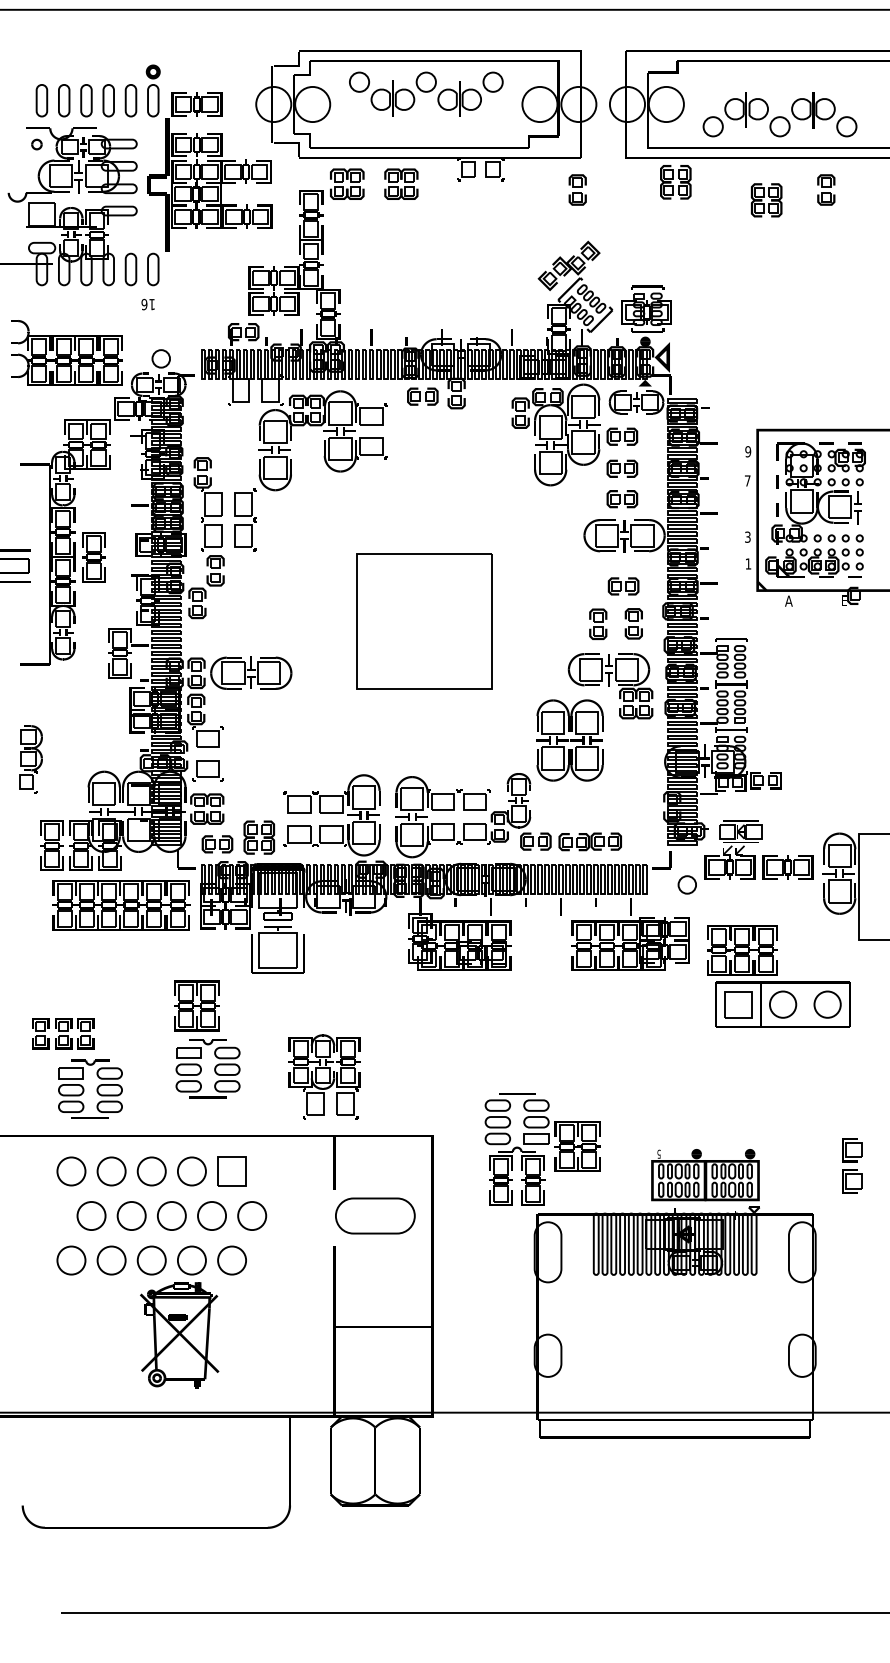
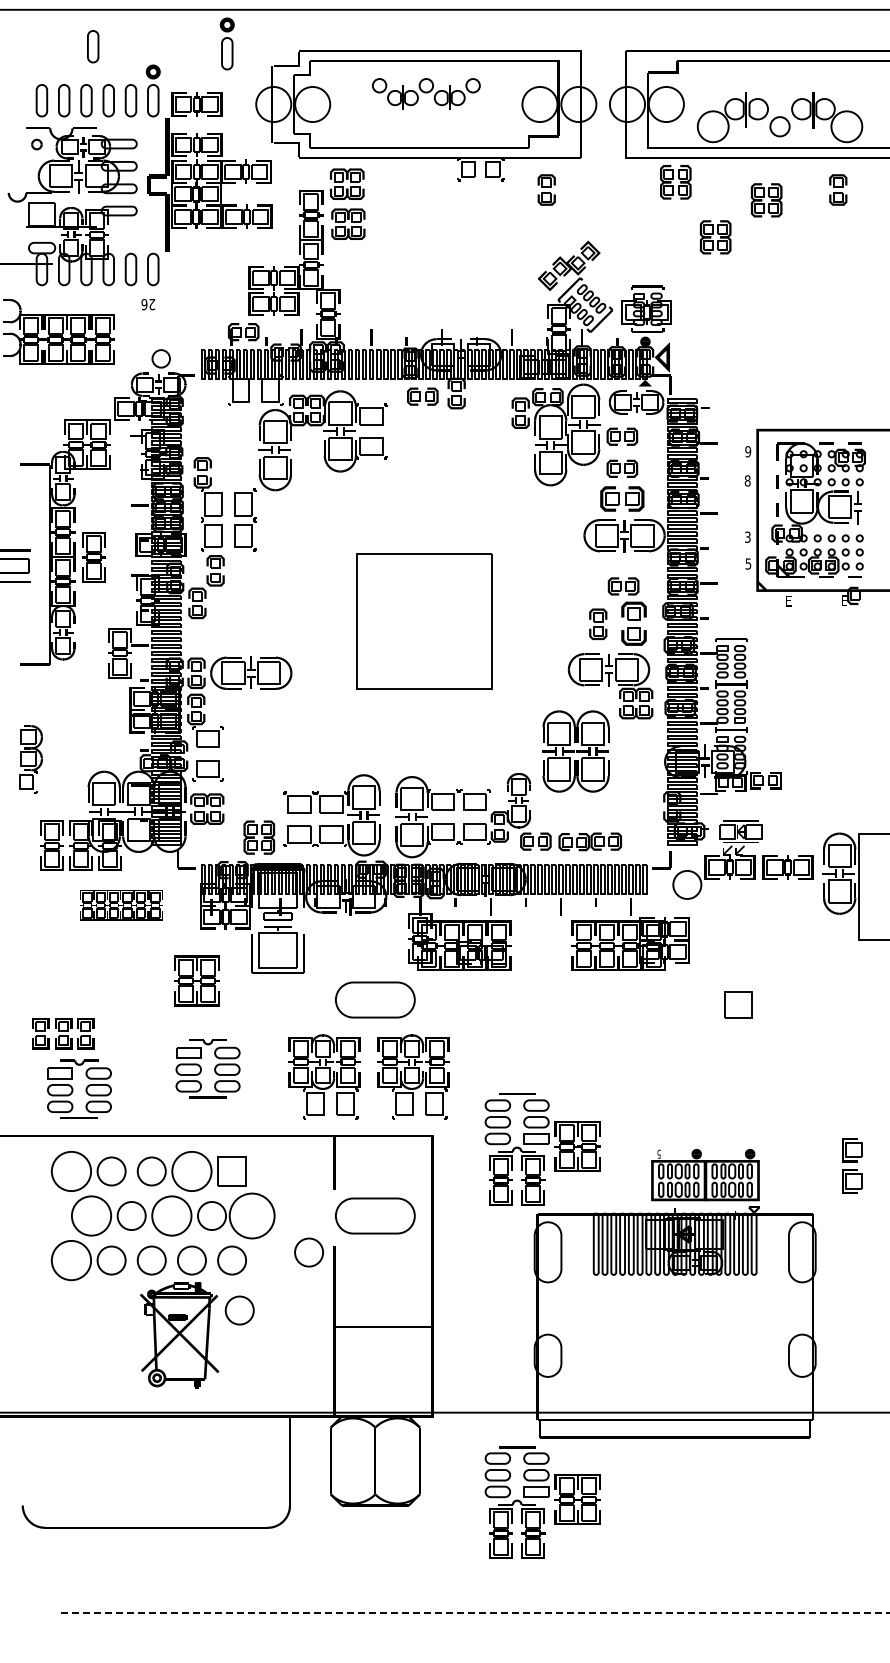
part at (226, 43): none -> present
part at (93, 46): none -> present
part at (426, 93) size: 155x46 px -> 109x32 px
circle at (712, 126) diameter: 19 px -> 31 px
circle at (846, 126) diameter: 19 px -> 31 px
part at (401, 183) position: (401, 183) -> (348, 223)
part at (577, 189) position: (577, 189) -> (546, 189)
part at (826, 189) position: (826, 189) -> (838, 189)
part at (715, 237): none -> present
text at (152, 304): 16 -> 26
part at (66, 352) position: (66, 352) -> (58, 331)
text at (747, 480): 7 -> 8
part at (622, 499) size: 33x19 px -> 45x26 px
text at (748, 563): 1 -> 5
text at (788, 600): A -> E
part at (633, 623) size: 19x32 px -> 26x45 px
part at (569, 740) position: (569, 740) -> (575, 751)
part at (217, 844): present -> none
circle at (687, 884) diameter: 18 px -> 28 px
part at (121, 905) size: 139x51 px -> 83x31 px
part at (778, 976): present -> none
part at (375, 999): none -> present
part at (196, 1005) position: (196, 1005) -> (196, 980)
part at (413, 1076): none -> present
part at (90, 1088) position: (90, 1088) -> (79, 1088)
circle at (71, 1171) diameter: 28 px -> 39 px
circle at (191, 1171) diameter: 28 px -> 39 px
circle at (91, 1216) diameter: 28 px -> 39 px
circle at (171, 1216) diameter: 28 px -> 39 px
circle at (252, 1216) diameter: 28 px -> 45 px
circle at (308, 1252): none -> present
circle at (71, 1260) diameter: 28 px -> 39 px
circle at (239, 1310): none -> present
part at (542, 1502): none -> present
line at (475, 1613): solid -> dashed
